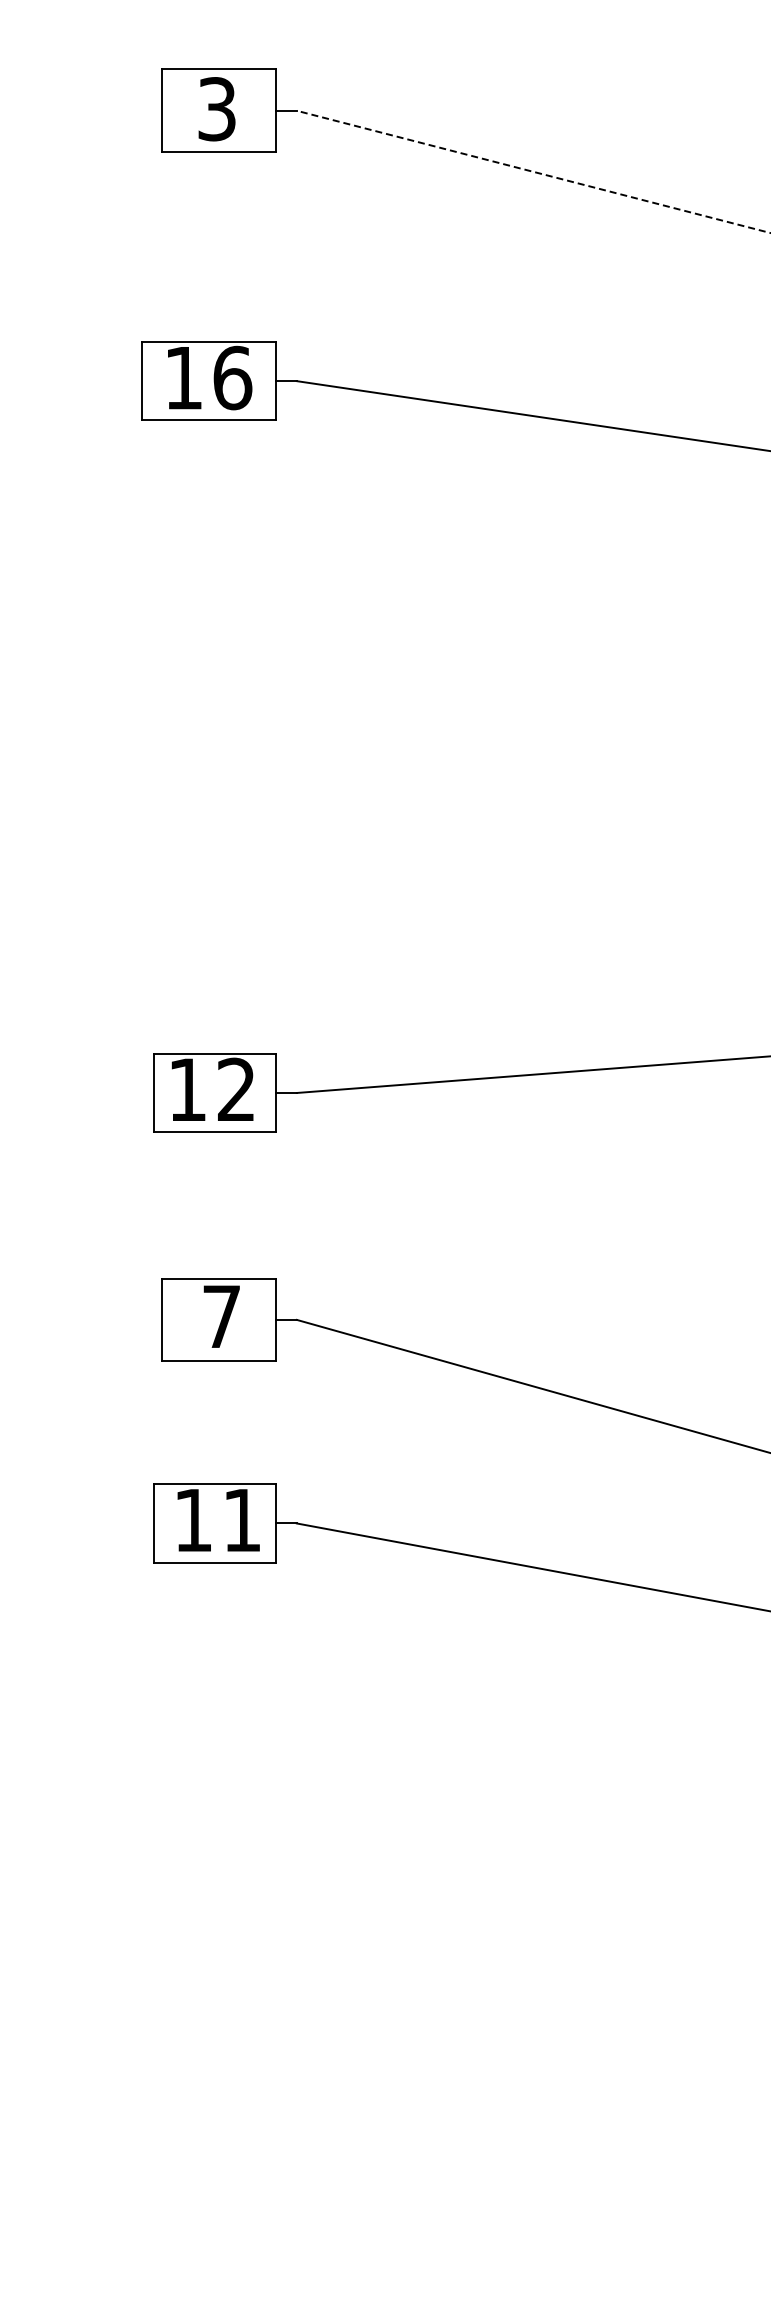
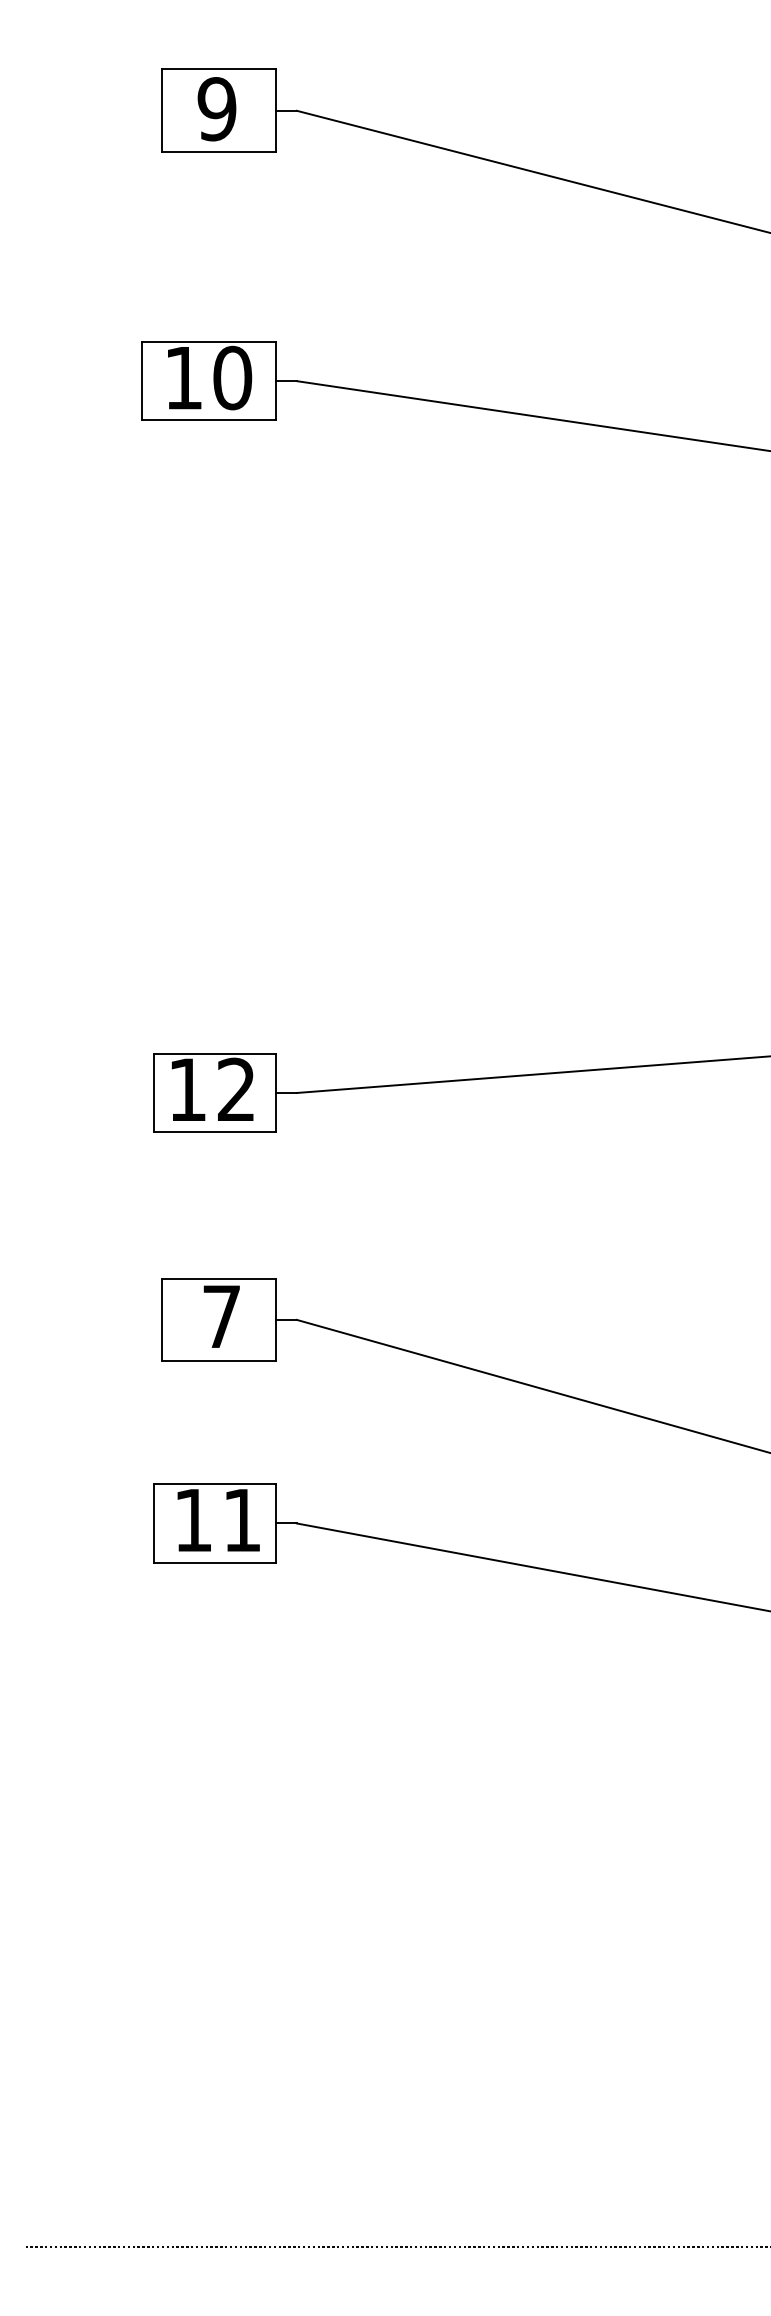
text at (216, 109): 3 -> 9
line at (533, 171): dashed -> solid
text at (232, 377): 16 -> 10
line at (394, 2246): none -> present
